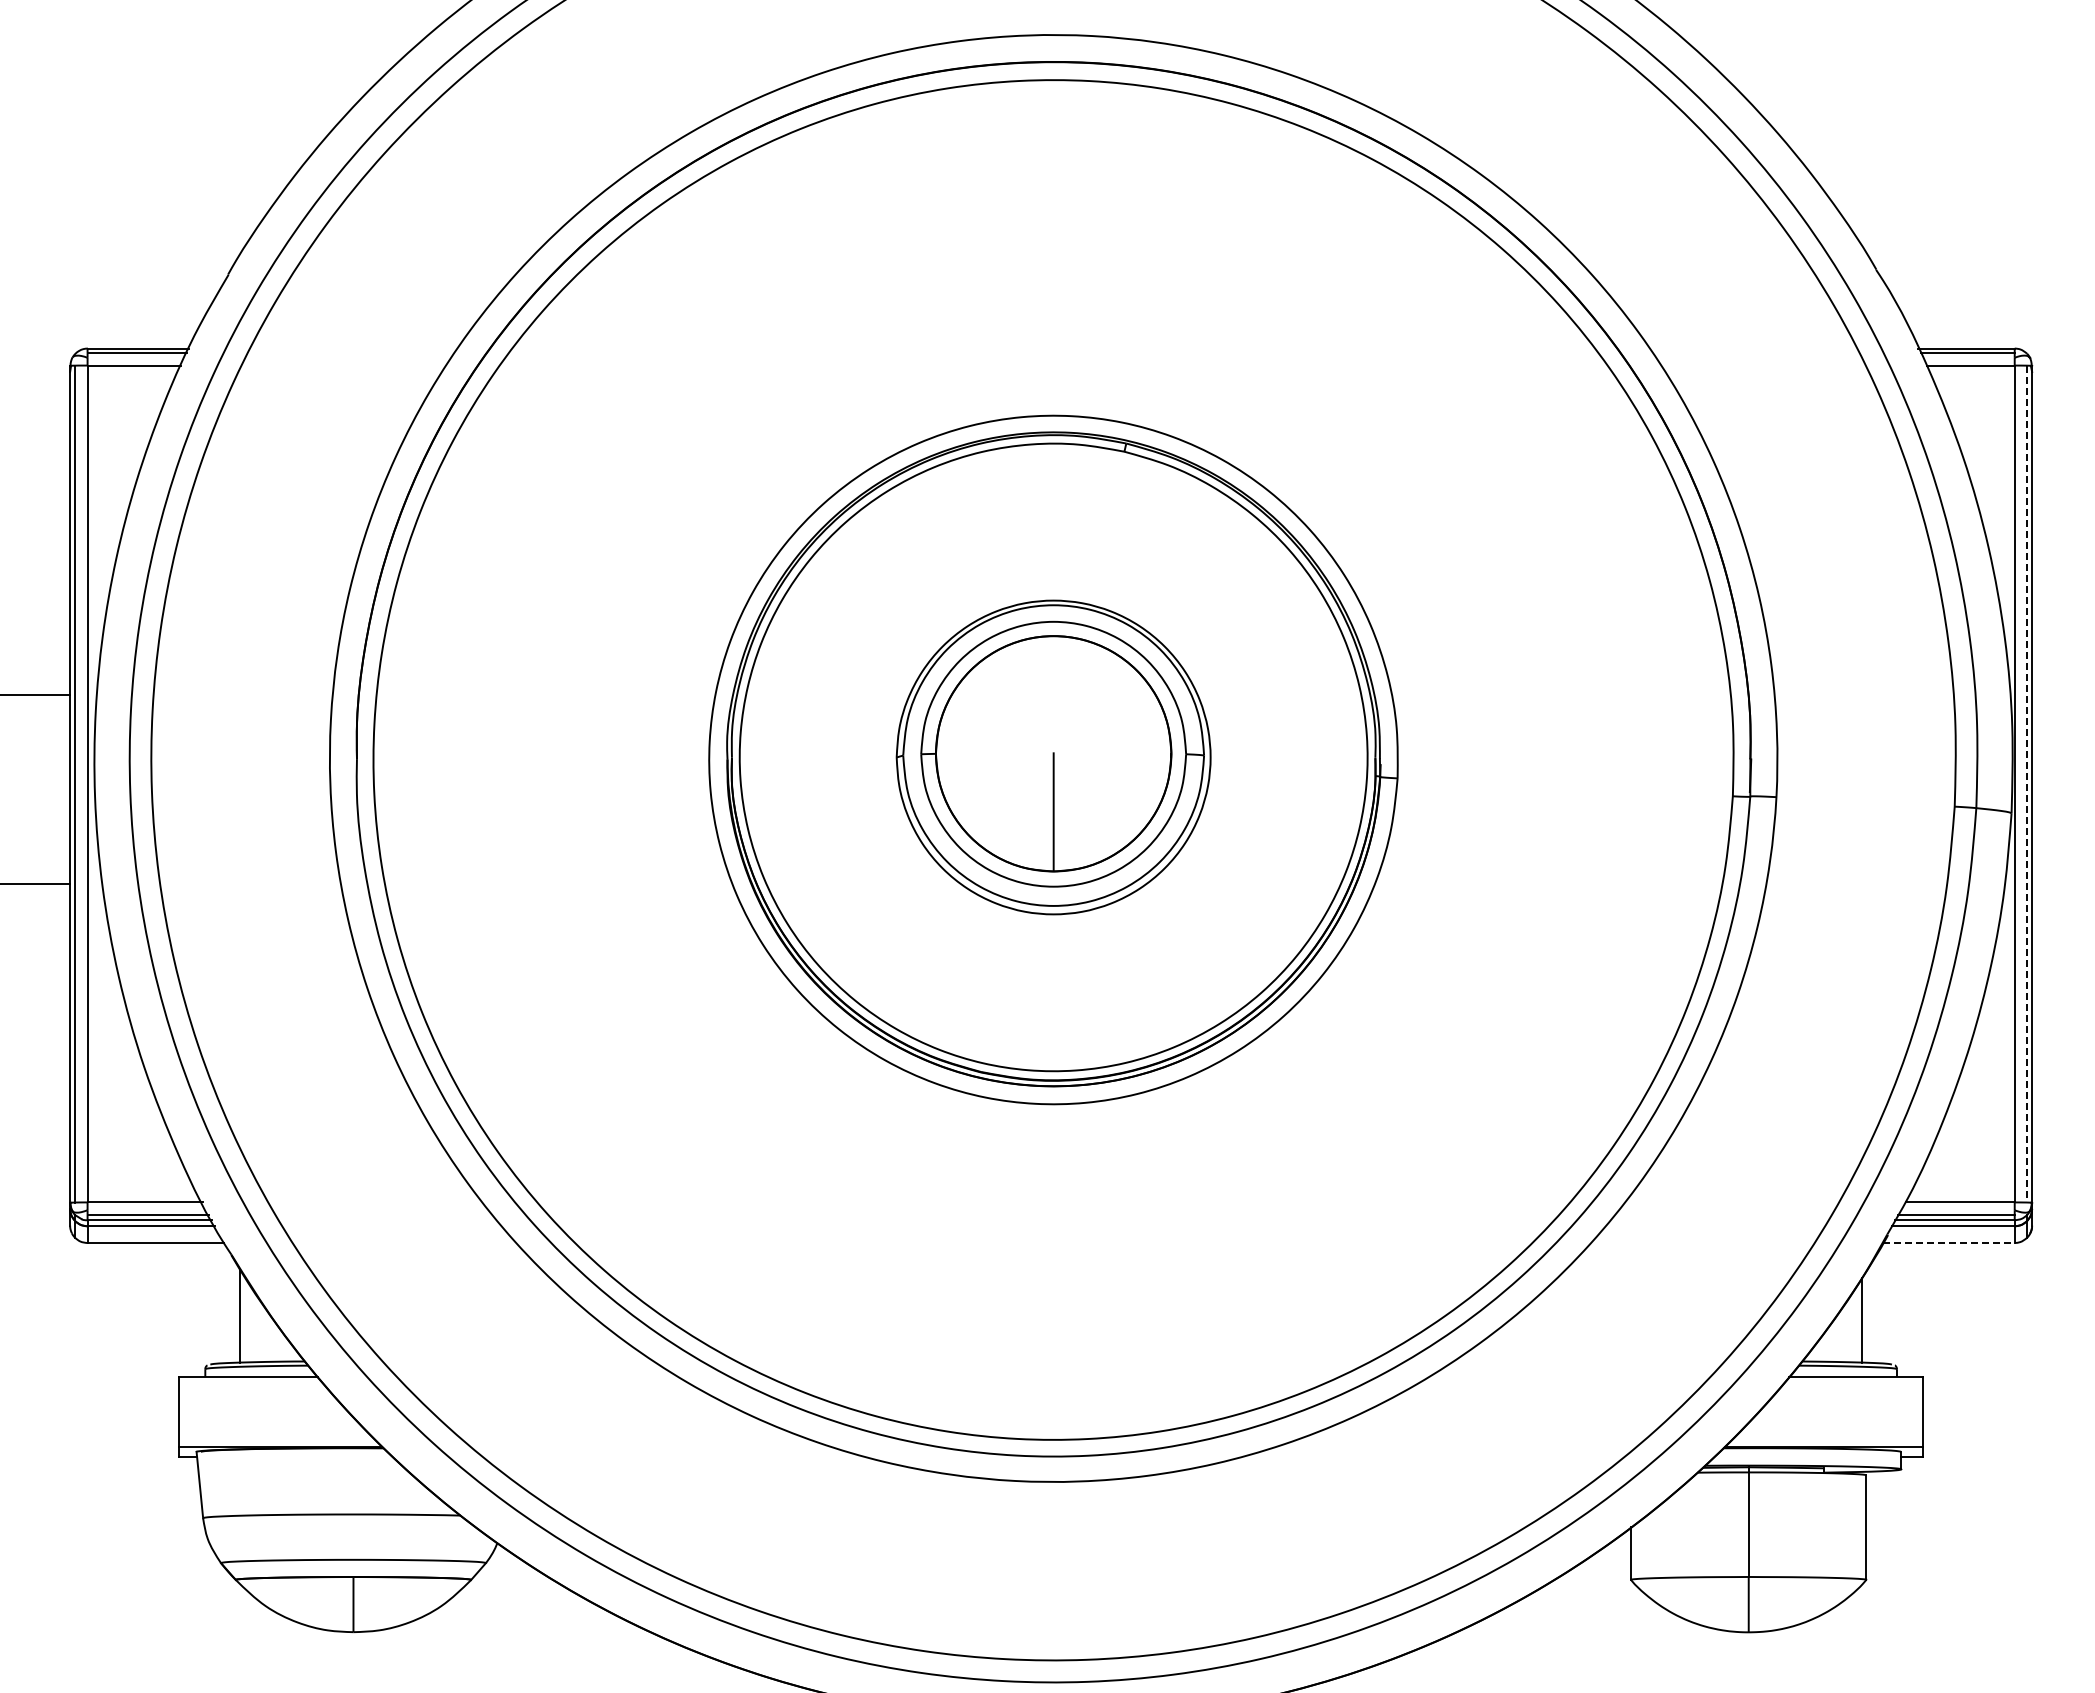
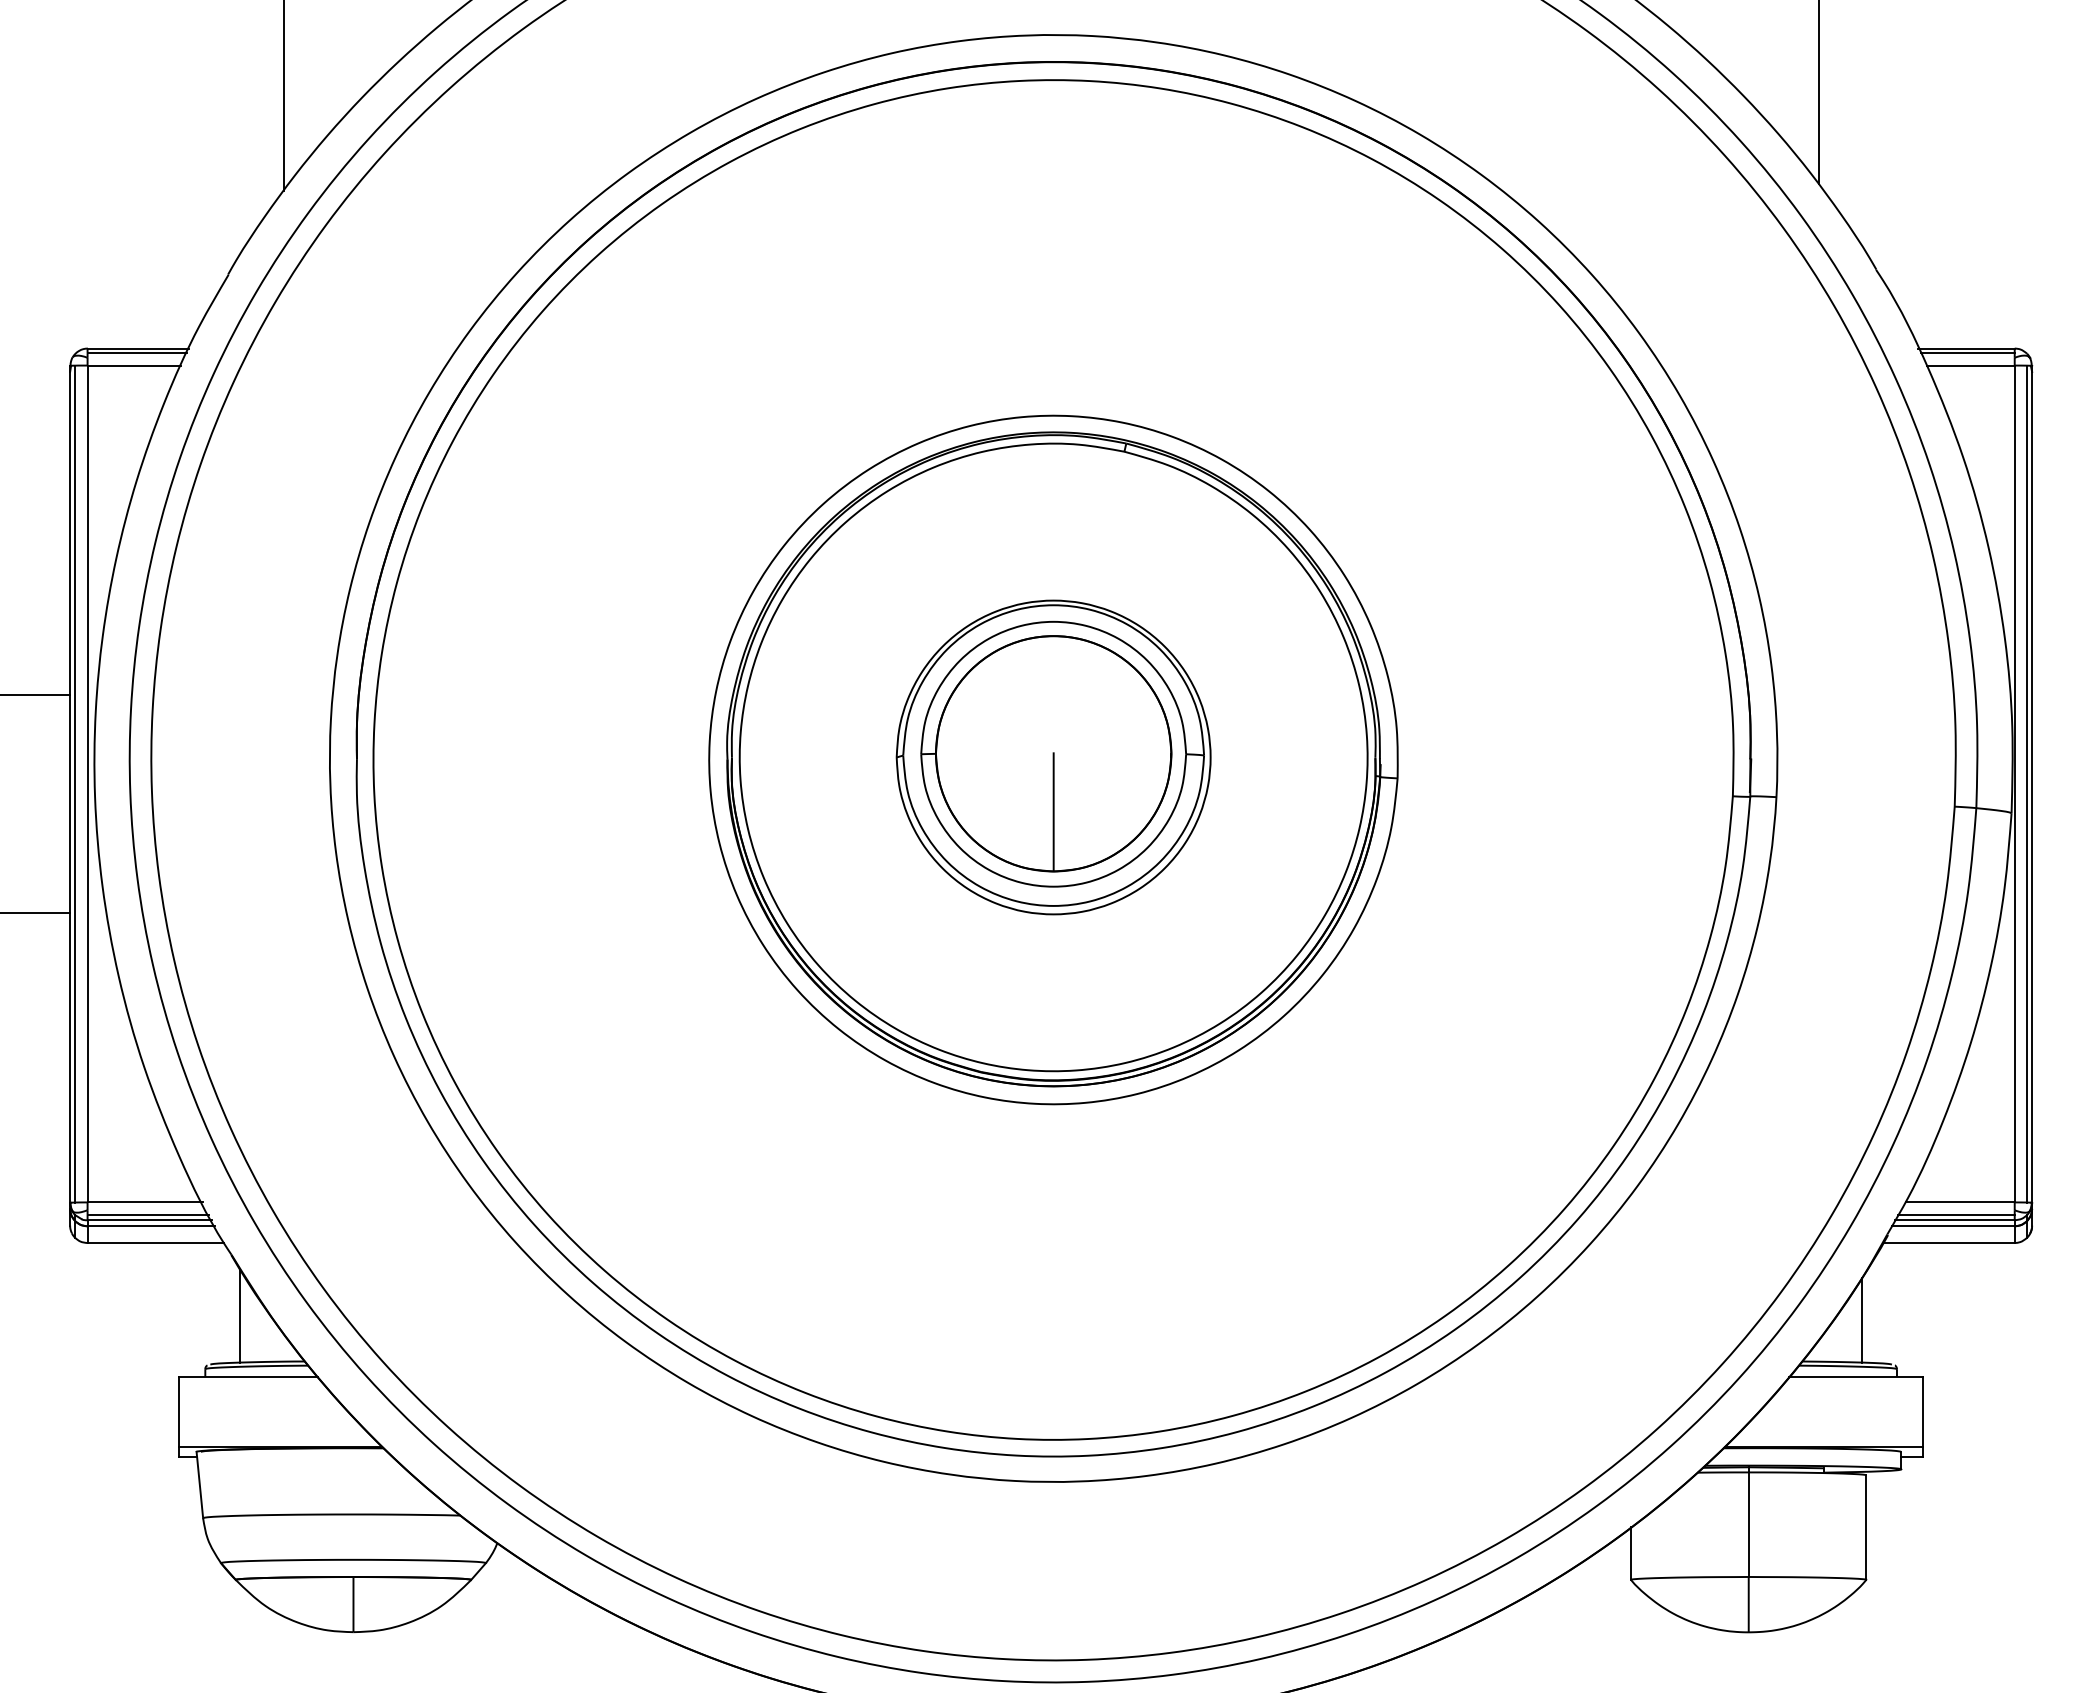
line at (1818, 92): none -> present
line at (283, 96): none -> present
line at (2027, 784): dashed -> solid
line at (36, 883) position: (36, 883) -> (36, 912)
line at (1949, 1243): dashed -> solid
